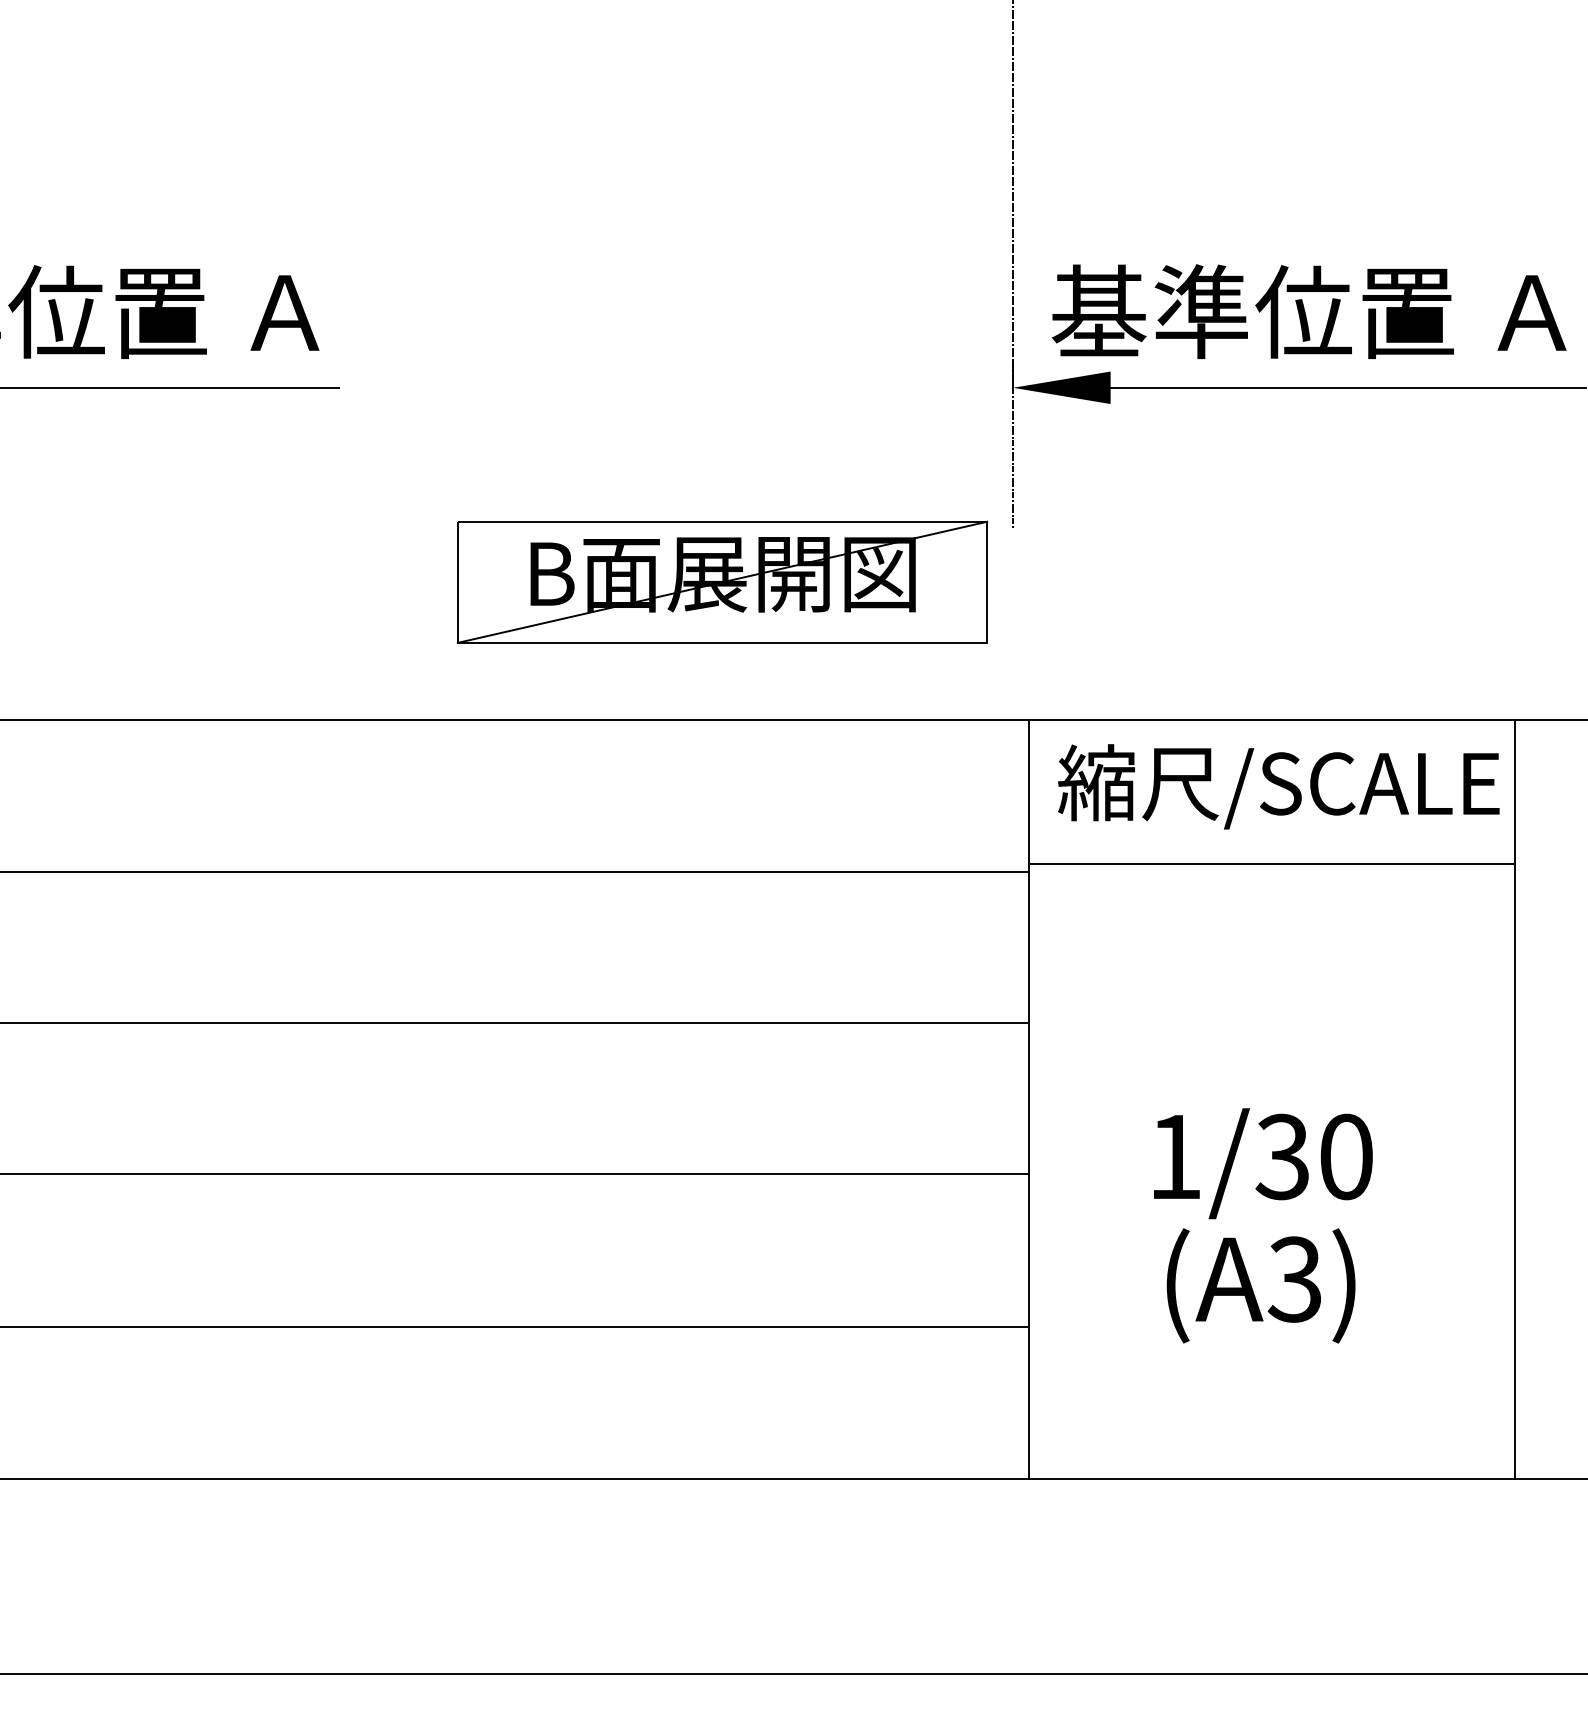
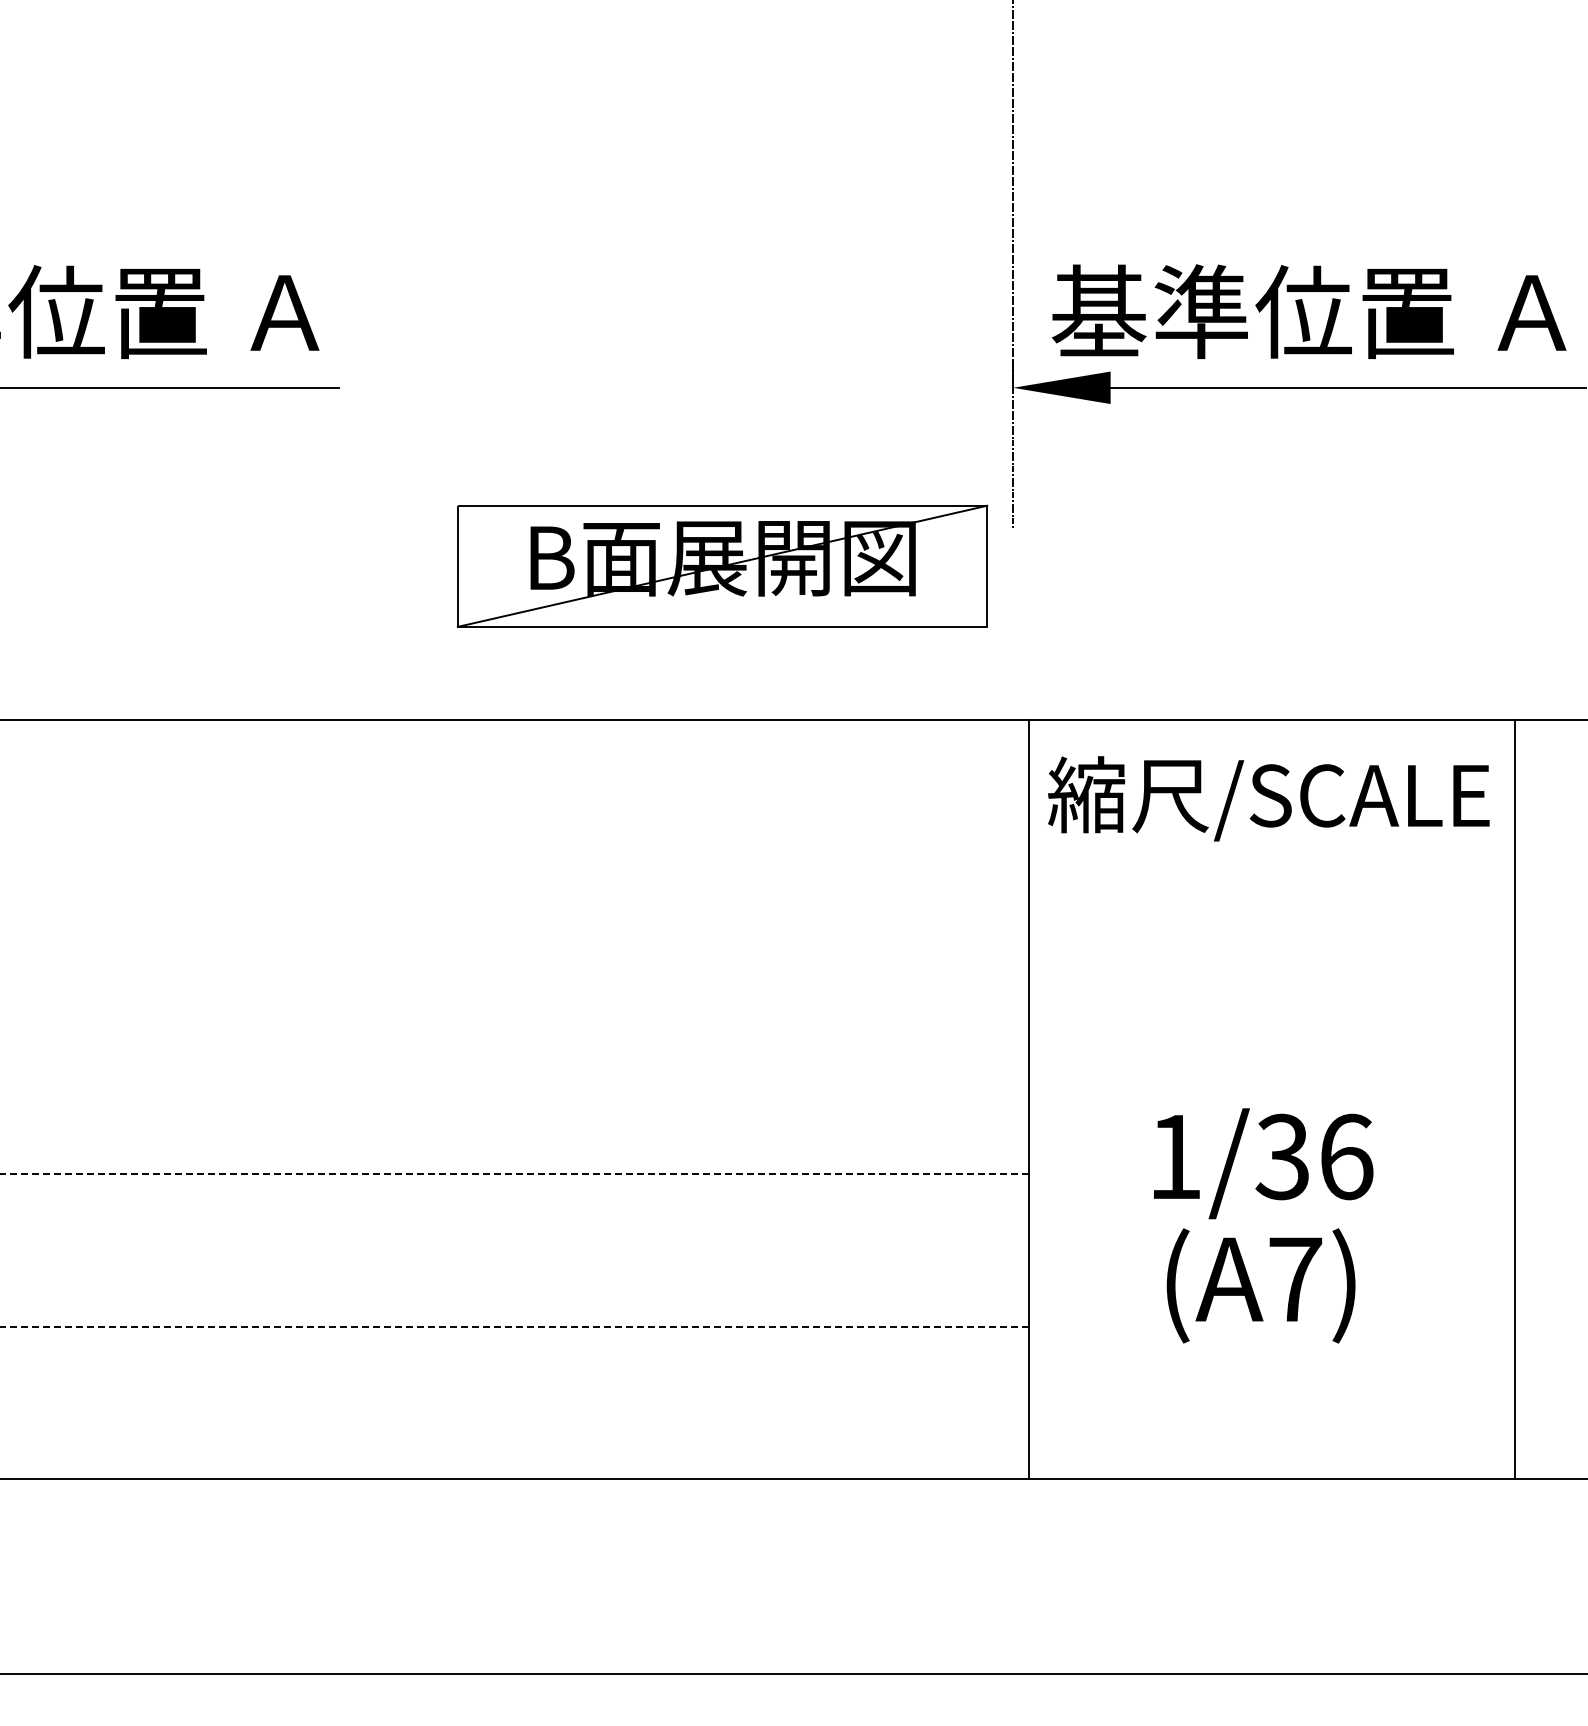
part at (722, 581) position: (722, 581) -> (722, 565)
text at (1278, 786) position: (1278, 786) -> (1268, 798)
line at (1271, 863): present -> none
line at (515, 871): present -> none
line at (515, 1022): present -> none
text at (1346, 1156): 1/30 -> 1/36
line at (514, 1174): solid -> dashed
text at (1294, 1279): (A3) -> (A7)
line at (514, 1326): solid -> dashed
